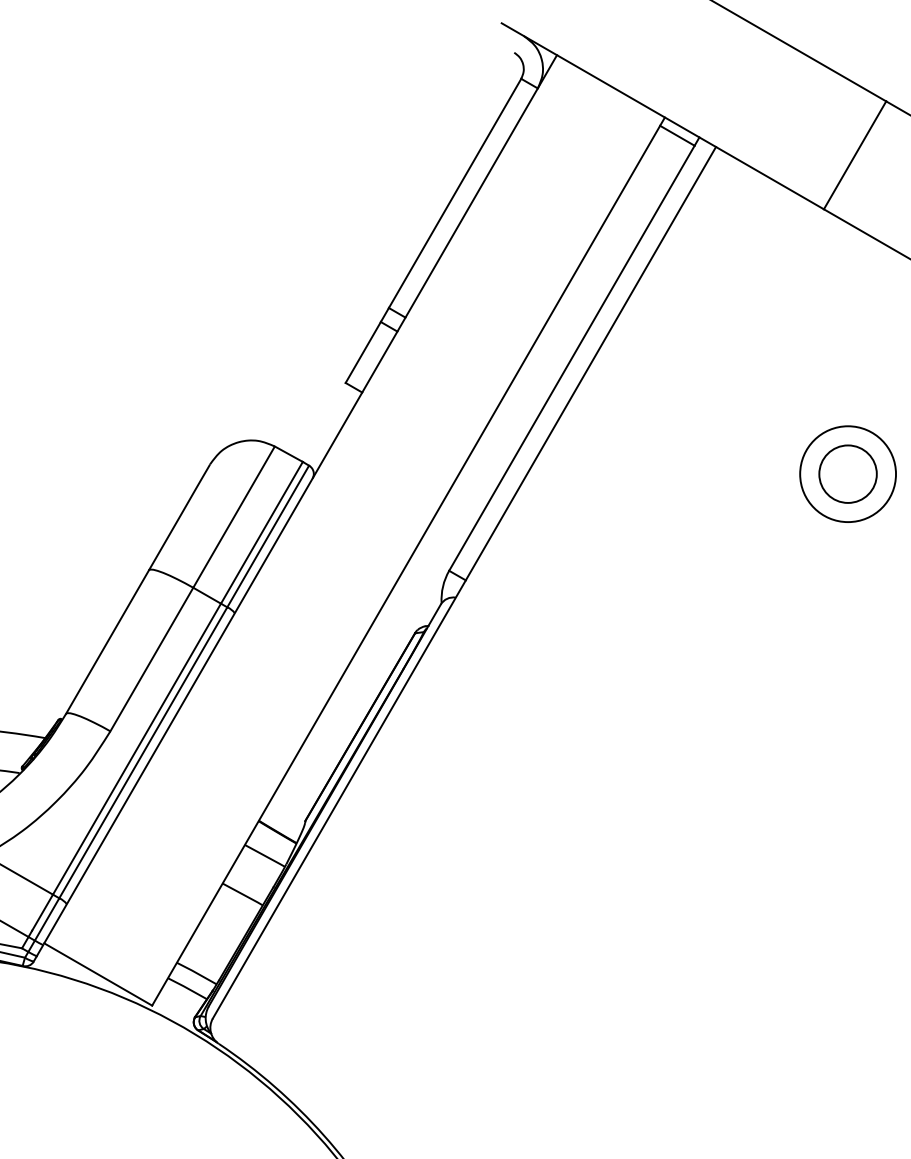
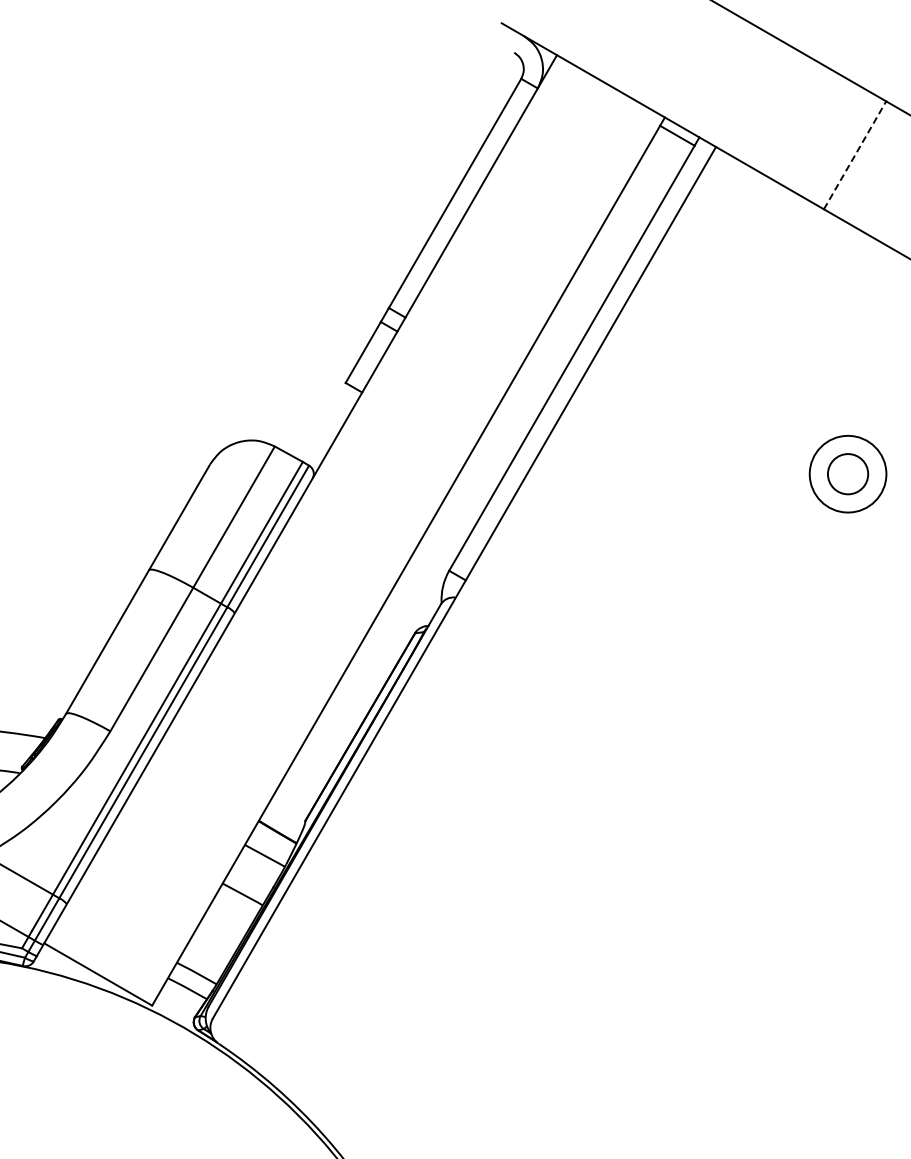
line at (855, 154): solid -> dashed
circle at (847, 473) diameter: 58 px -> 40 px
circle at (848, 474) diameter: 96 px -> 77 px
